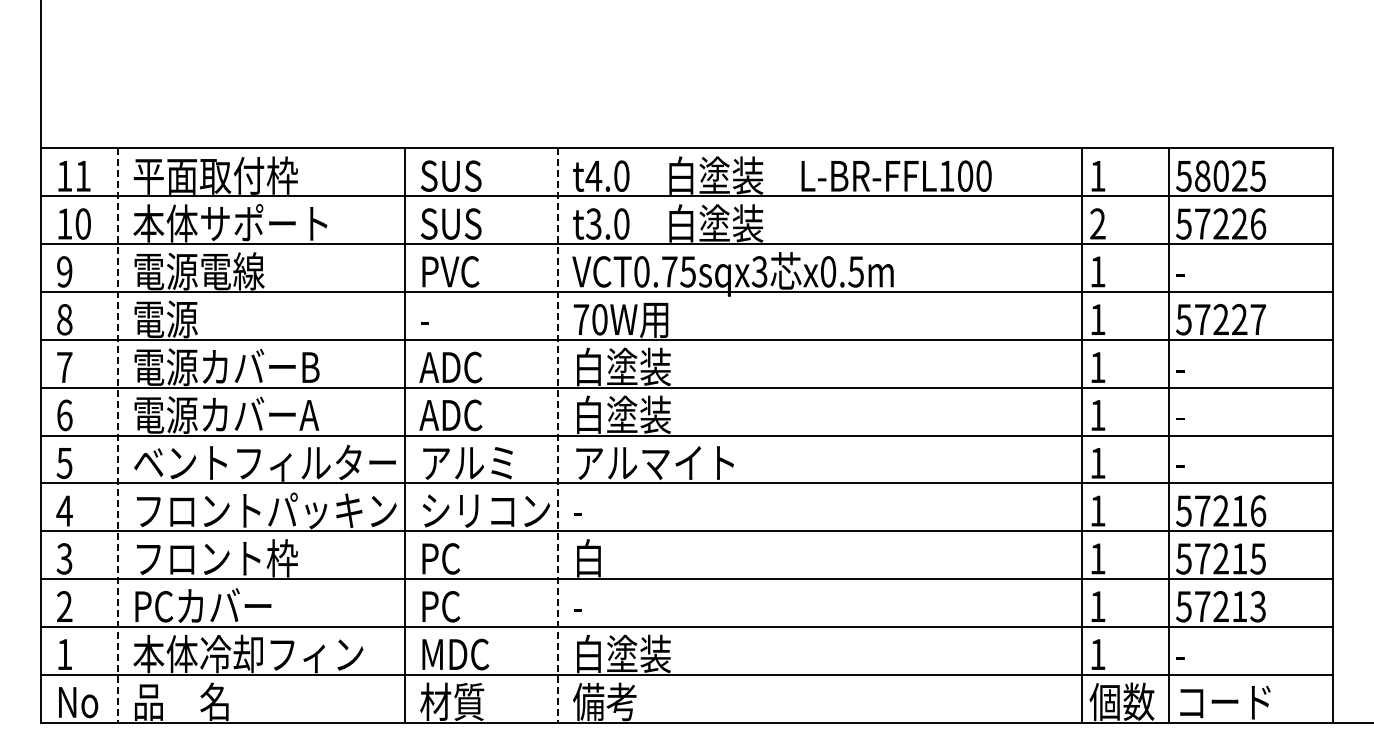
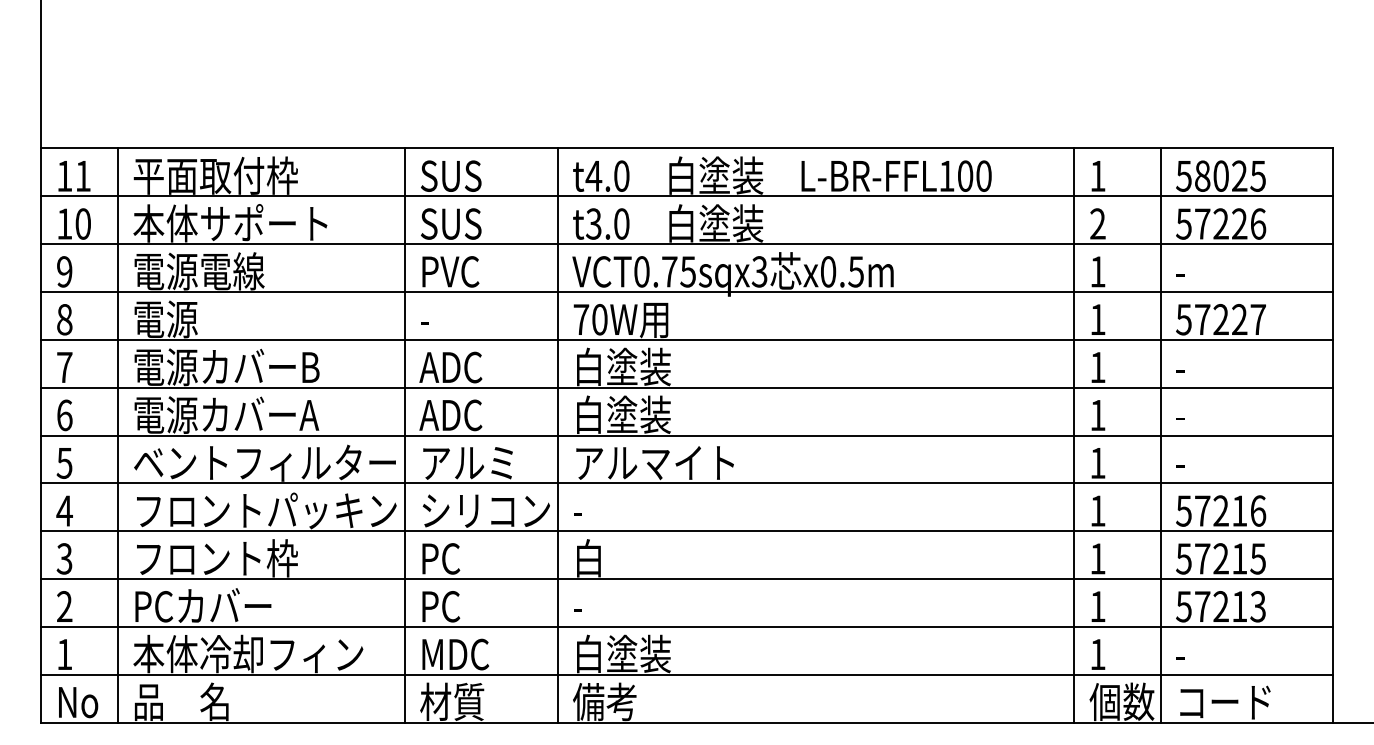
line at (1082, 435) position: (1082, 435) -> (1074, 435)
line at (1168, 435) position: (1168, 435) -> (1160, 435)
line at (117, 436): dashed -> solid
line at (557, 436): dashed -> solid
